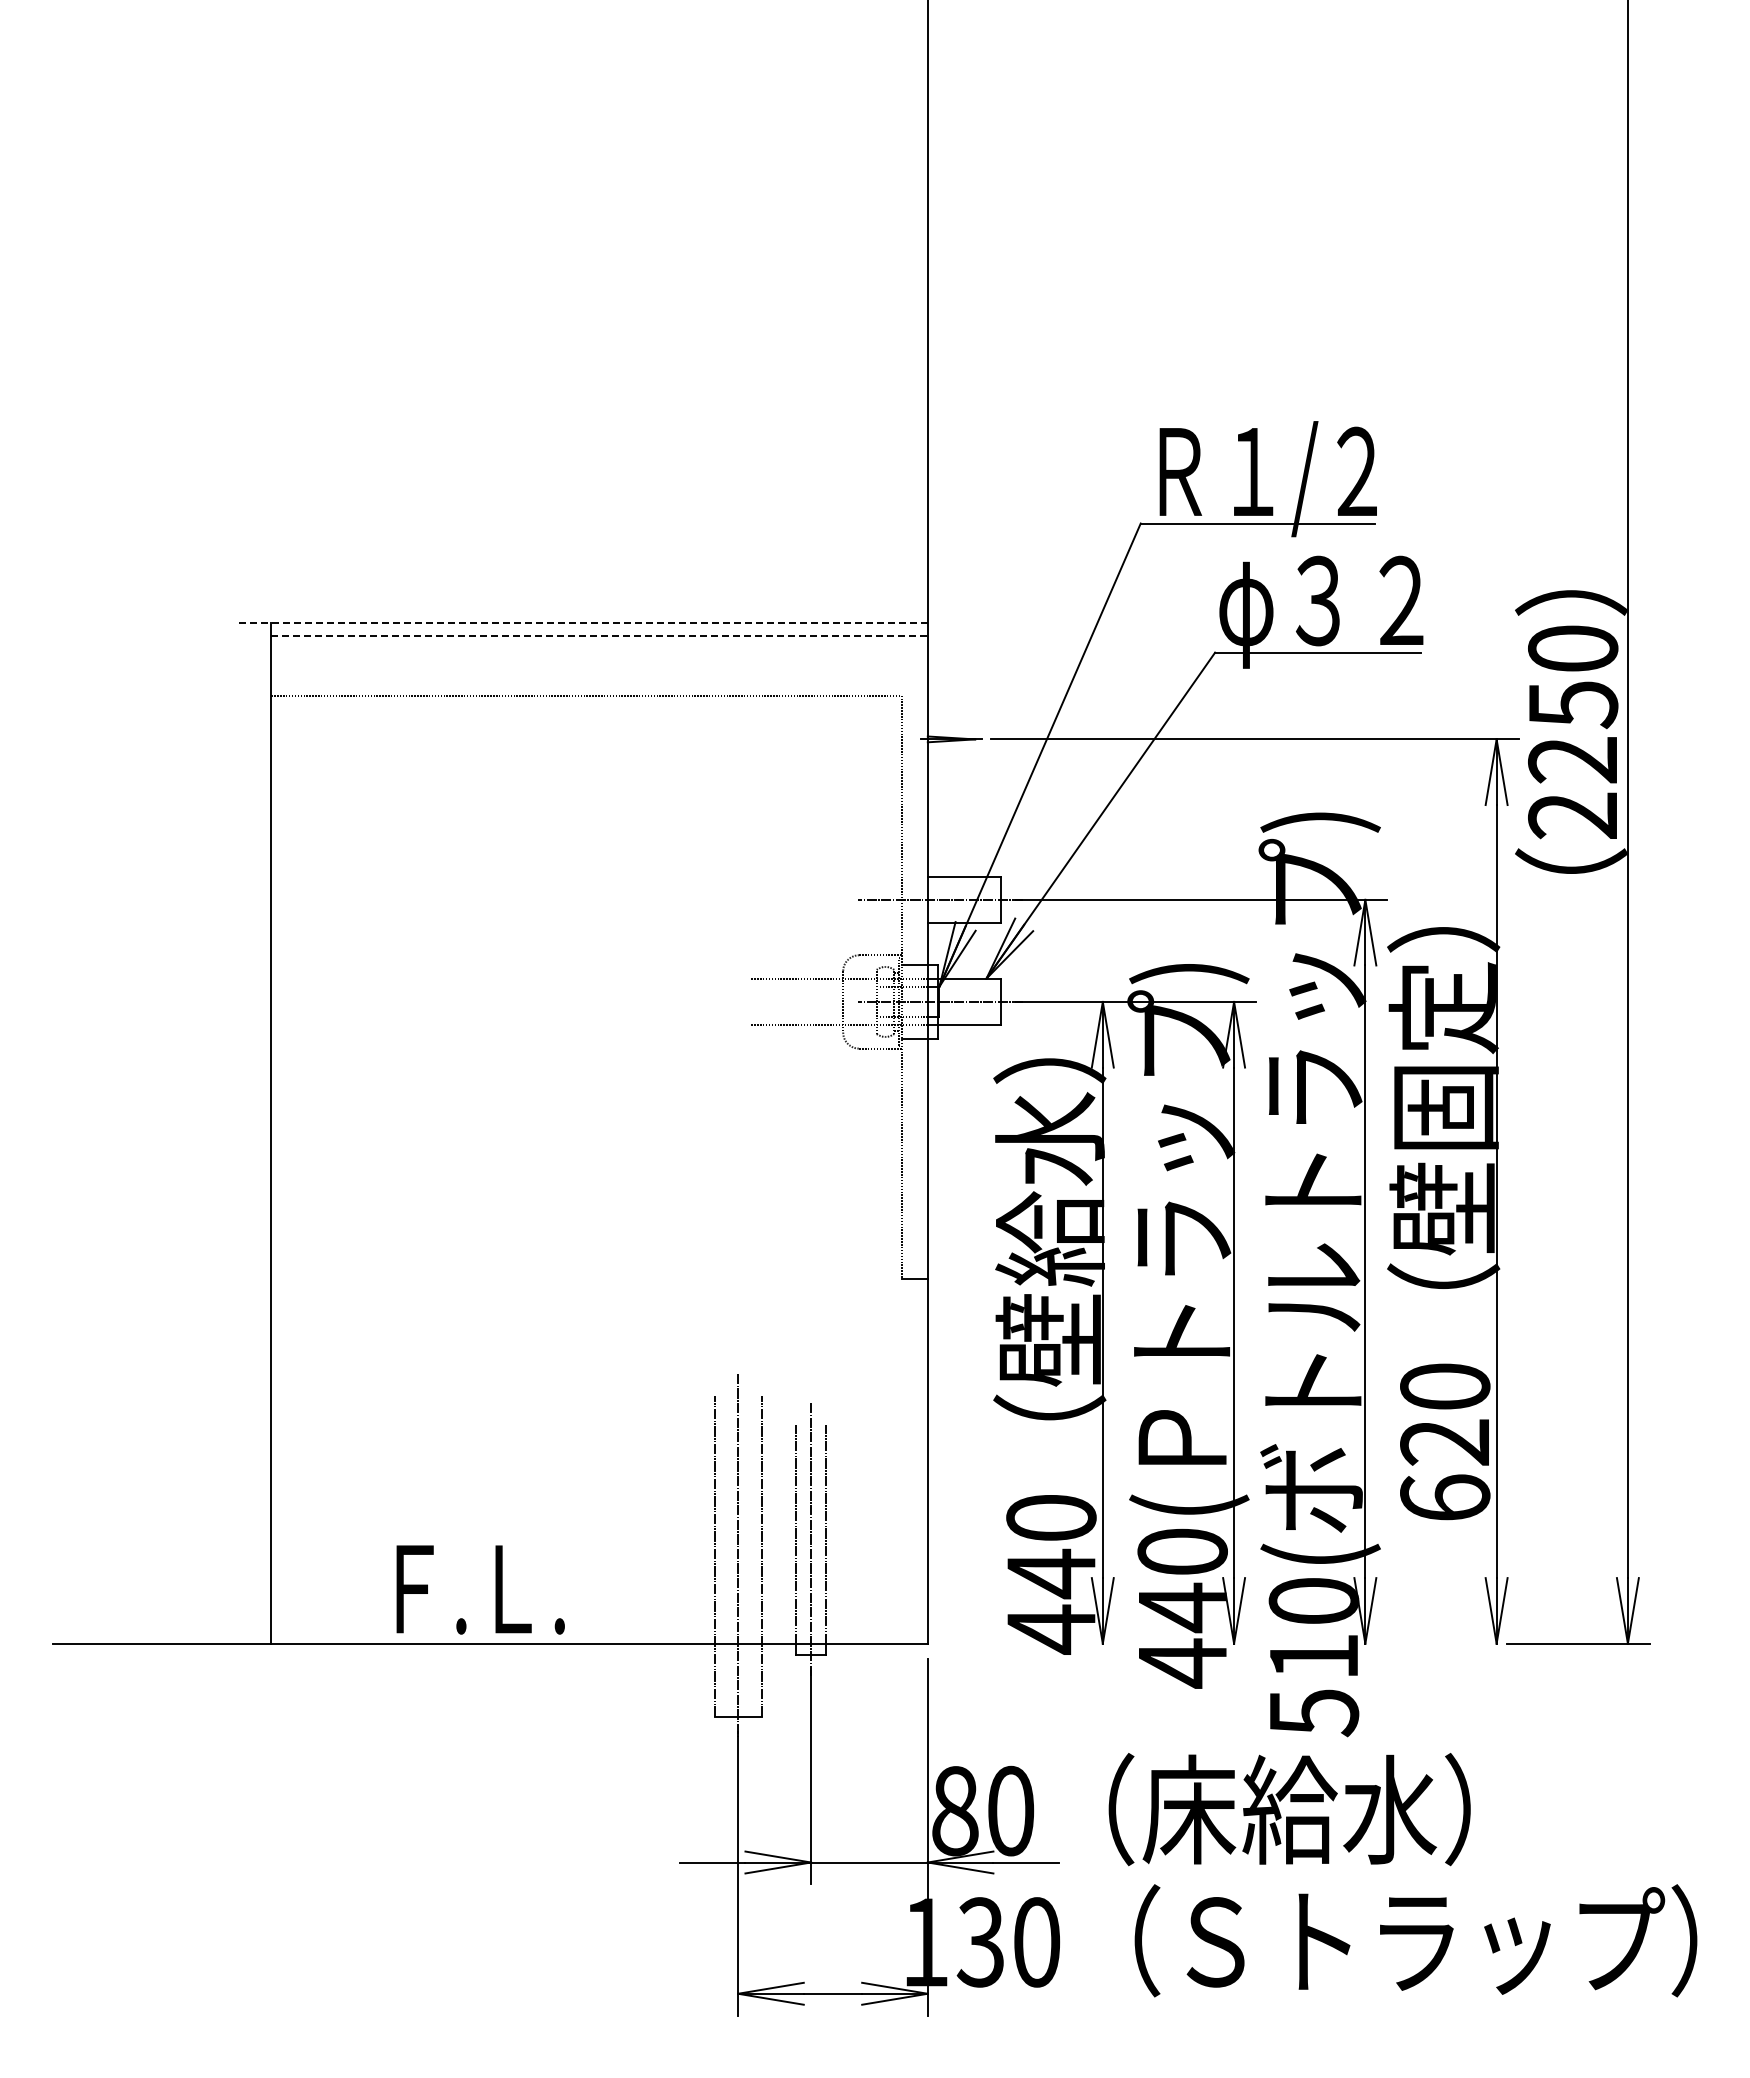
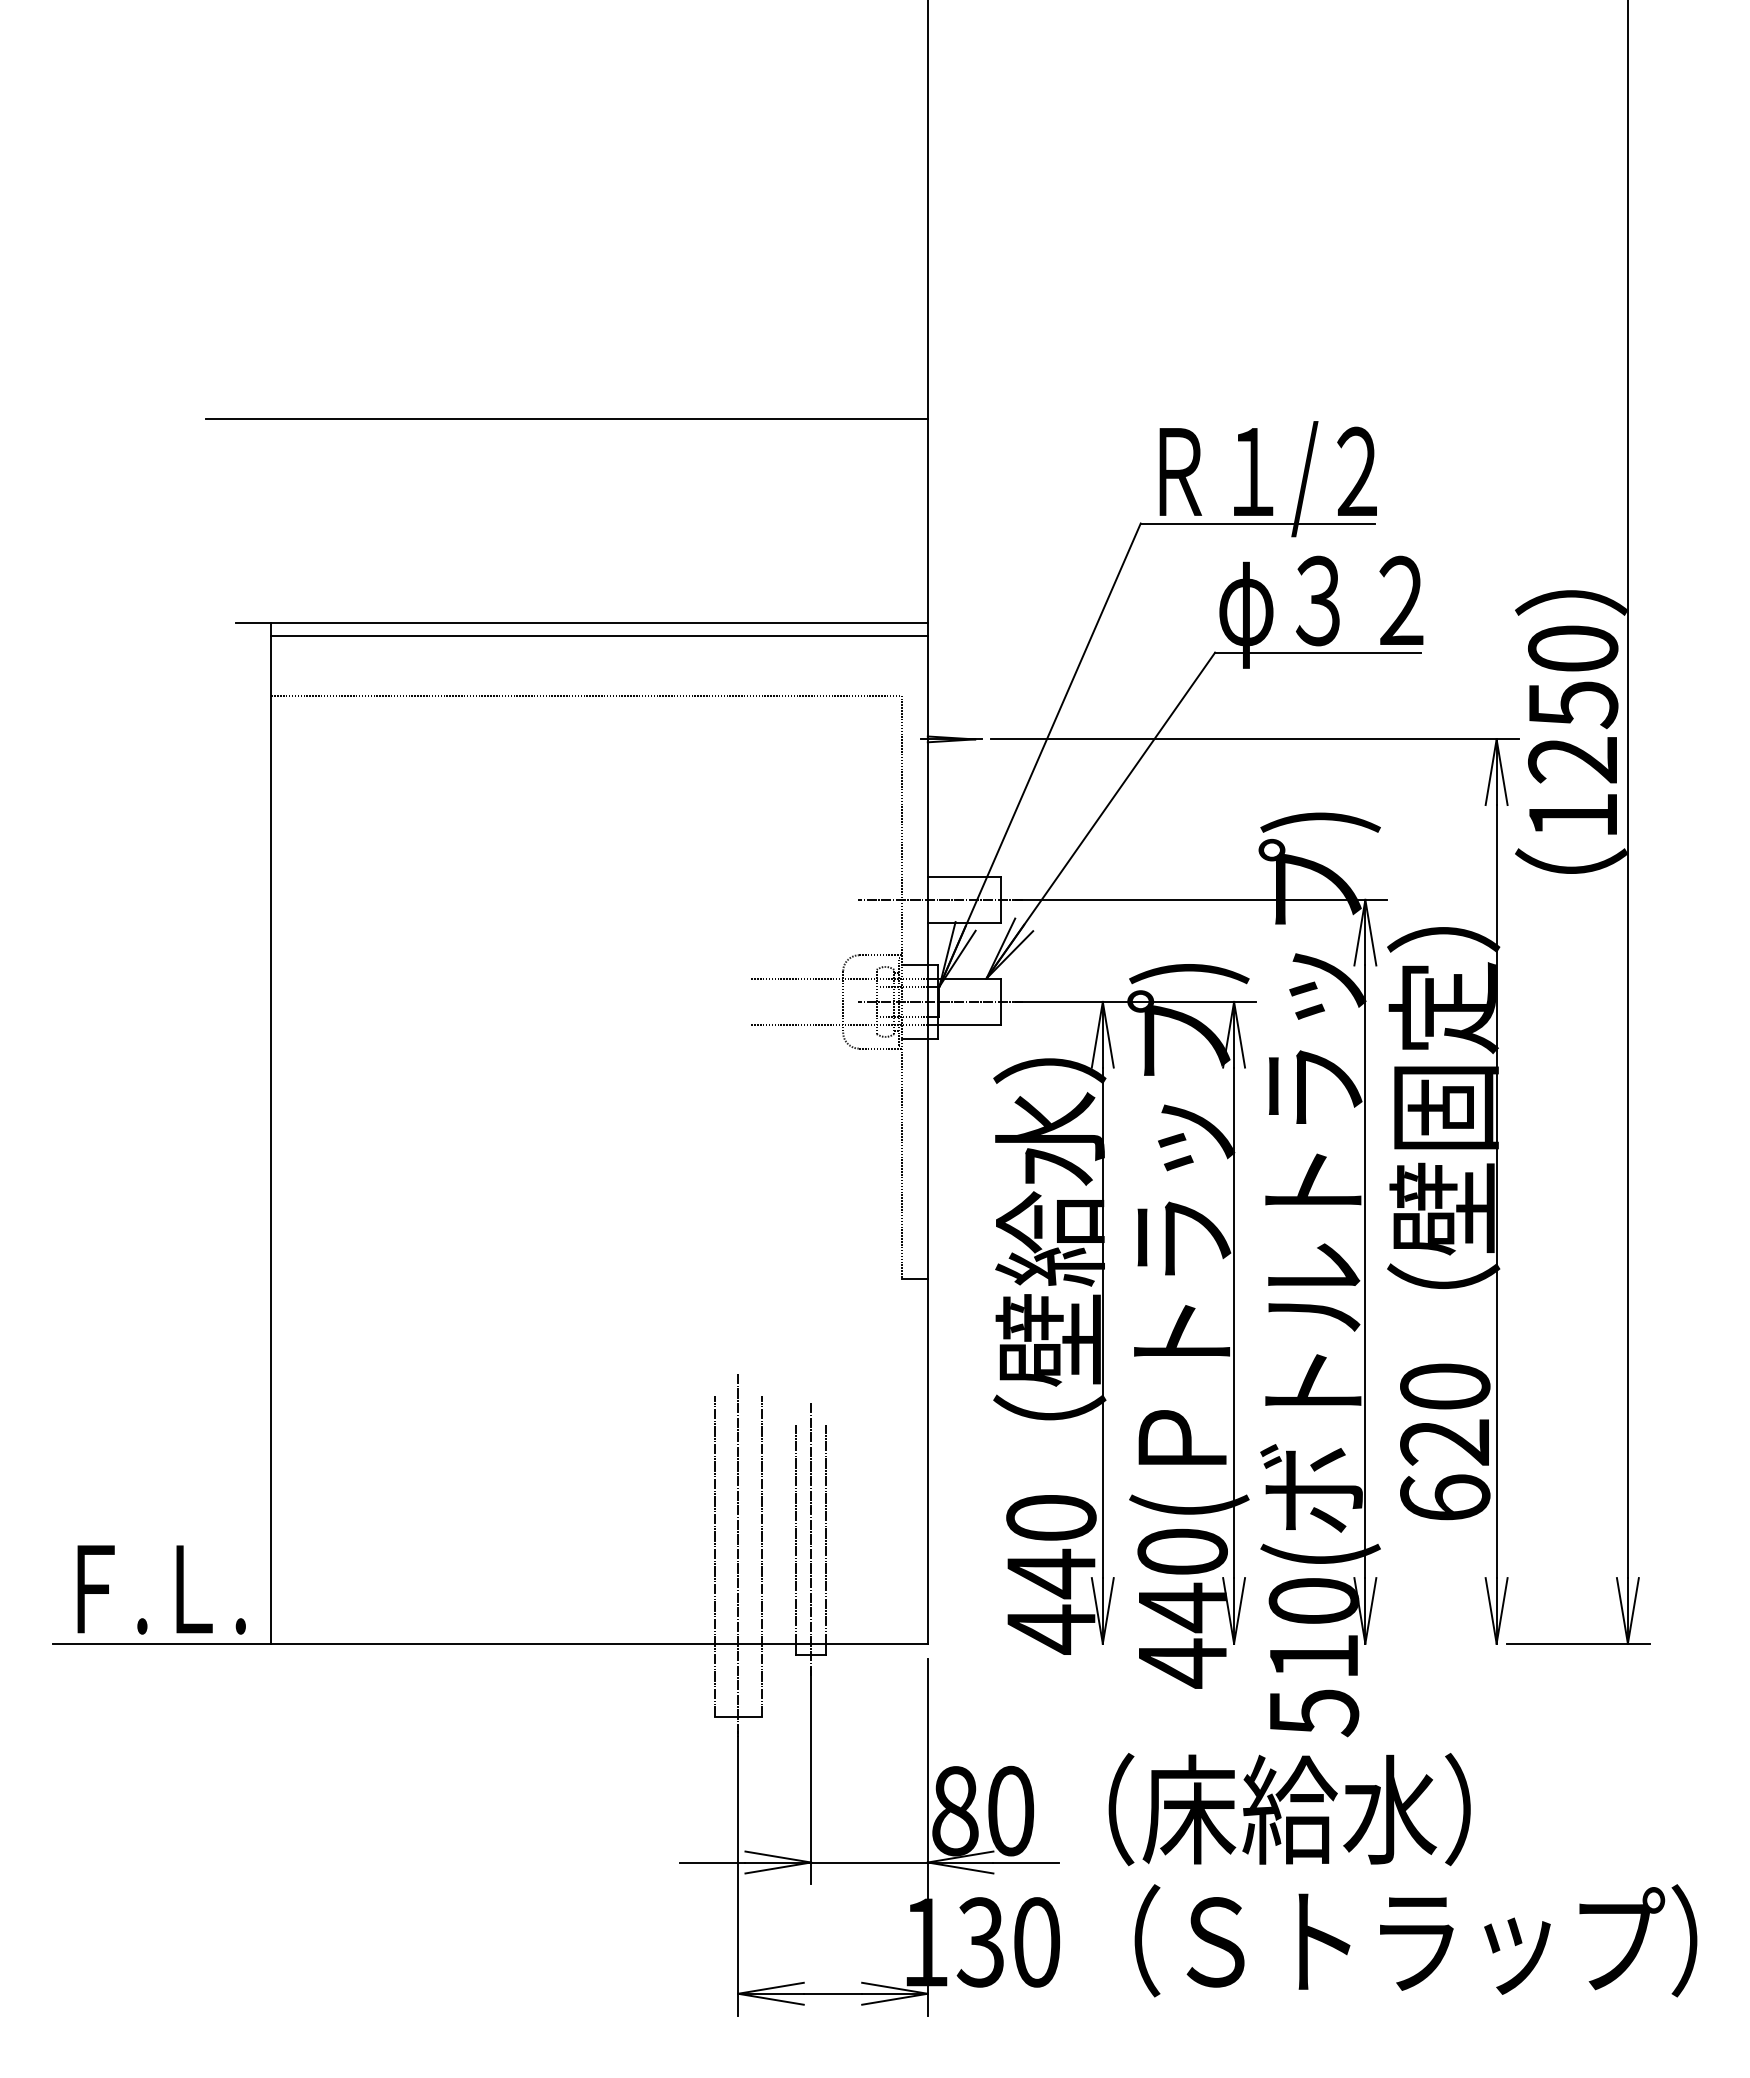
line at (566, 418): none -> present
line at (582, 622): dashed -> solid
line at (600, 635): dashed -> solid
text at (1572, 815): 2250 -> 1250
text at (480, 1589) position: (480, 1589) -> (161, 1589)
